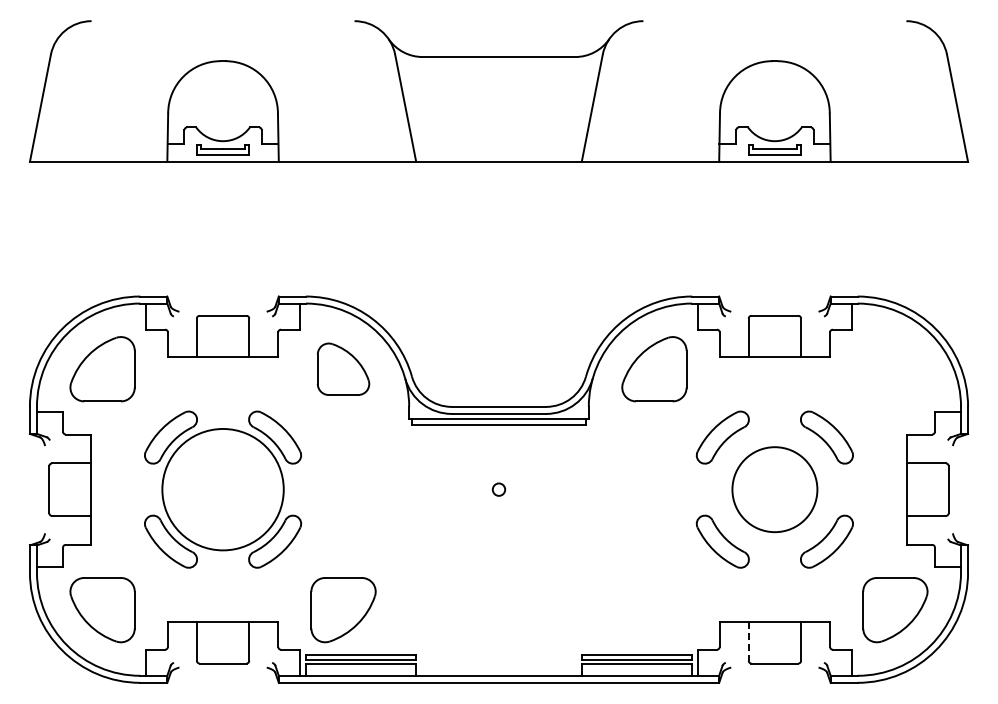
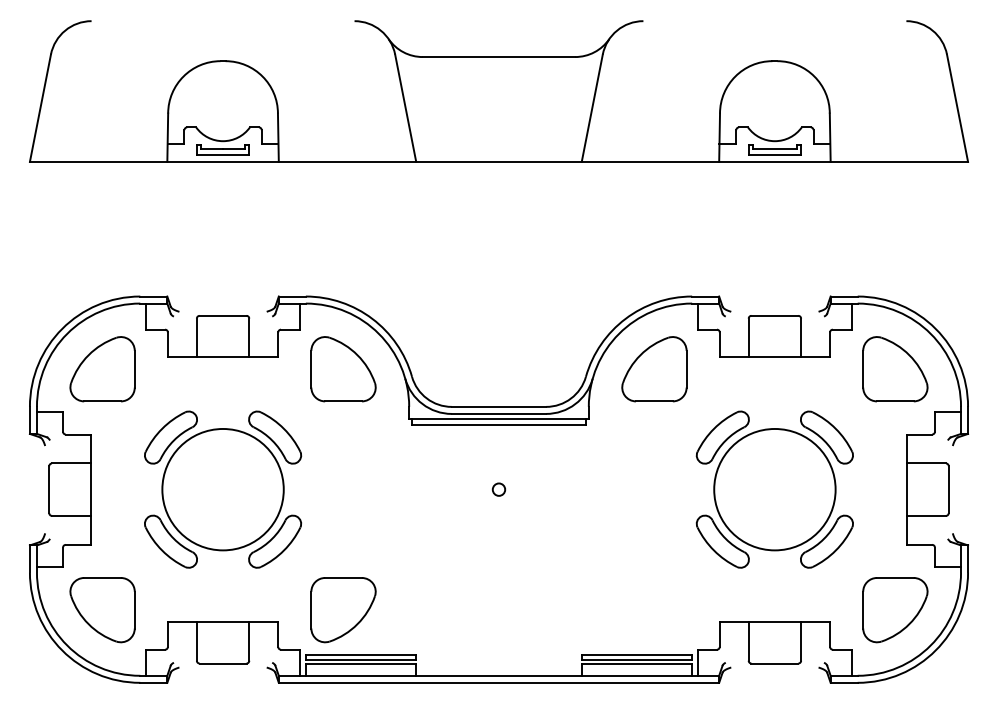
part at (343, 368) size: 55x54 px -> 67x67 px
part at (895, 369): none -> present
circle at (774, 489) diameter: 85 px -> 121 px
line at (748, 641): dashed -> solid
